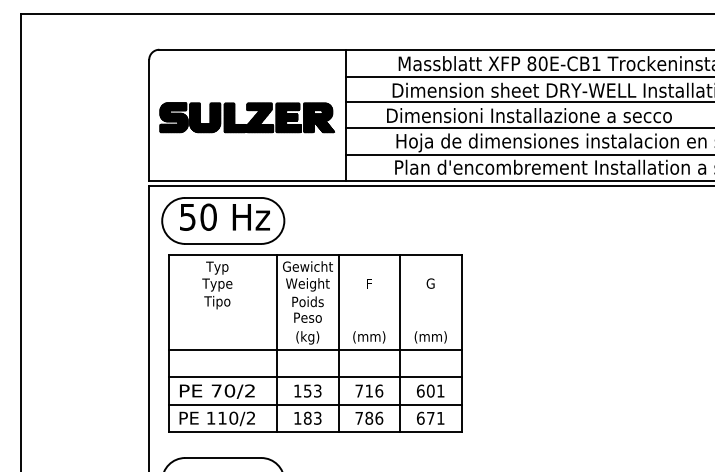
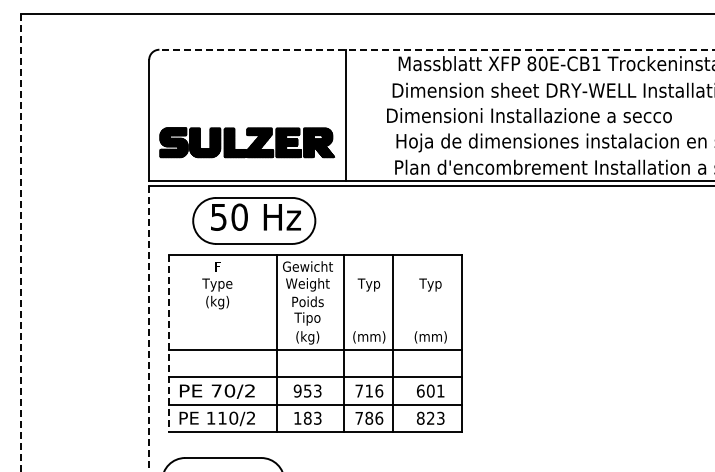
line at (437, 49): solid -> dashed
line at (528, 76): present -> none
line at (528, 102): present -> none
part at (246, 117) position: (246, 117) -> (246, 142)
line at (528, 127): present -> none
line at (528, 154): present -> none
part at (223, 220) position: (223, 220) -> (254, 220)
line at (21, 242): solid -> dashed
text at (217, 267): Typ -> F
text at (368, 284): F -> Typ
text at (430, 284): G -> Typ
text at (217, 302): Tipo -> (kg)
text at (307, 318): Peso -> Tipo
line at (149, 329): solid -> dashed
line at (338, 342) position: (338, 342) -> (343, 342)
line at (400, 342) position: (400, 342) -> (393, 342)
line at (168, 343): solid -> dashed
text at (297, 390): 153 -> 953
text at (430, 417): 671 -> 823
